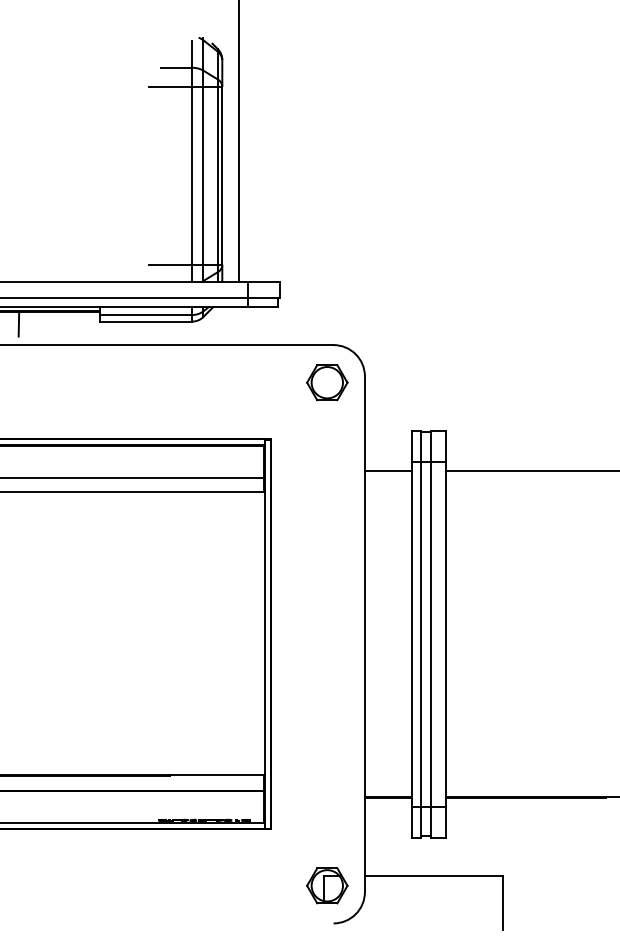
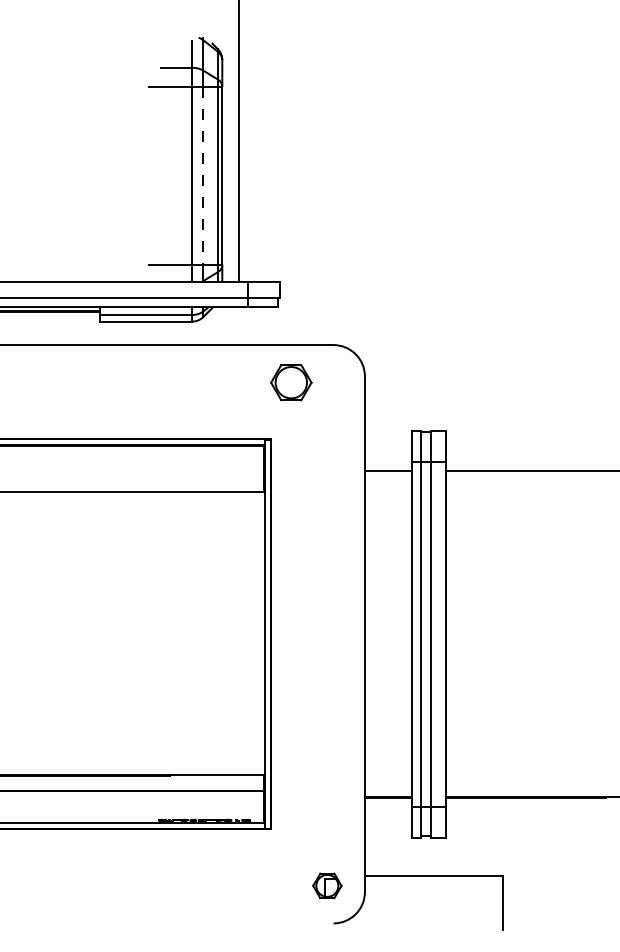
line at (203, 175): solid -> dashed
line at (18, 324): present -> none
part at (327, 382) position: (327, 382) -> (291, 382)
line at (132, 477): present -> none
part at (327, 885) size: 43x38 px -> 31x28 px
